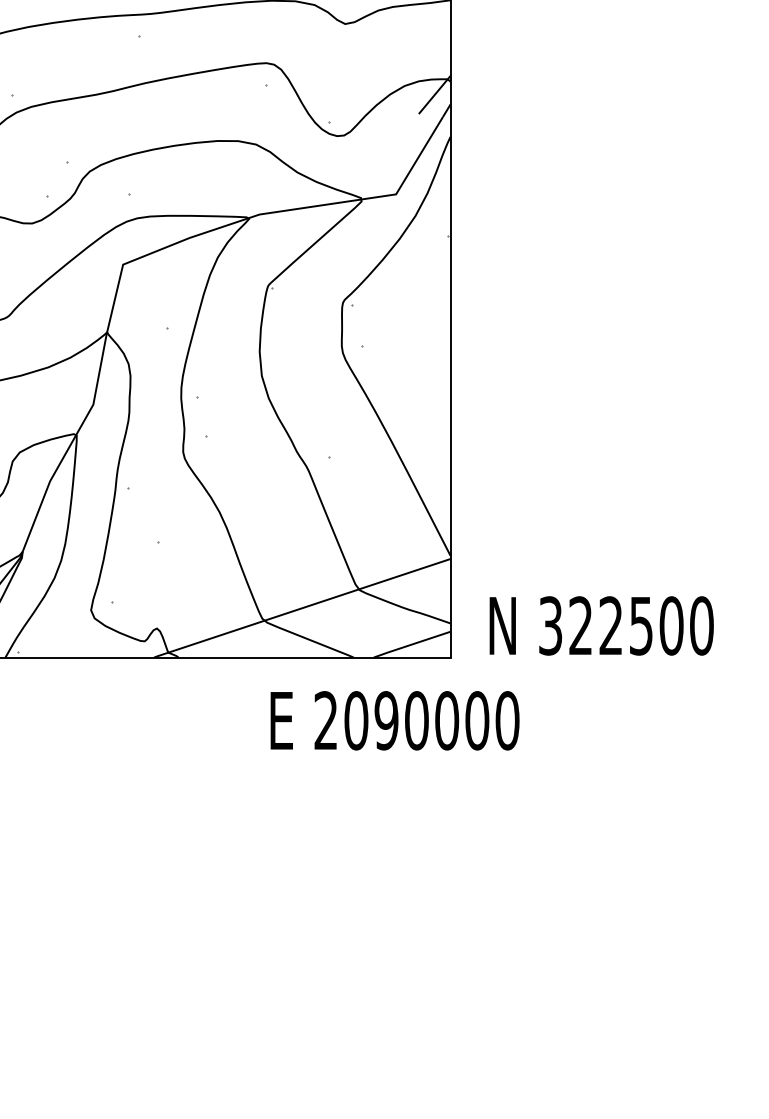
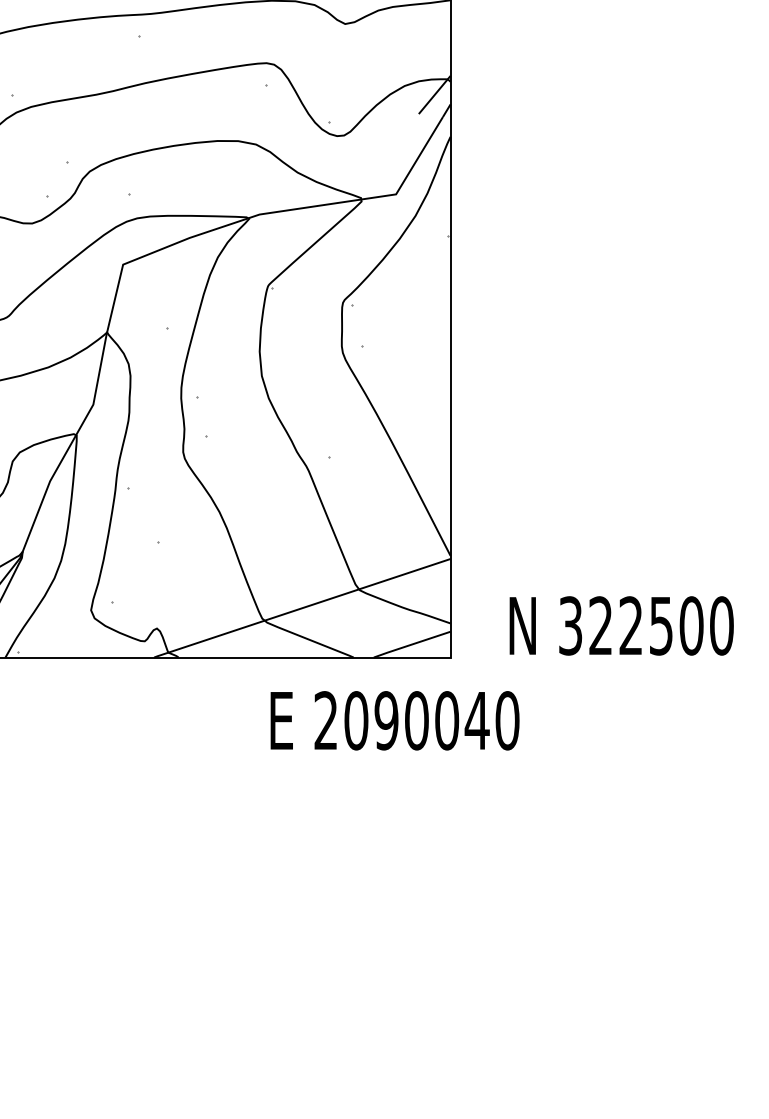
text at (601, 625) position: (601, 625) -> (621, 625)
text at (476, 720): 2090000 -> 2090040
